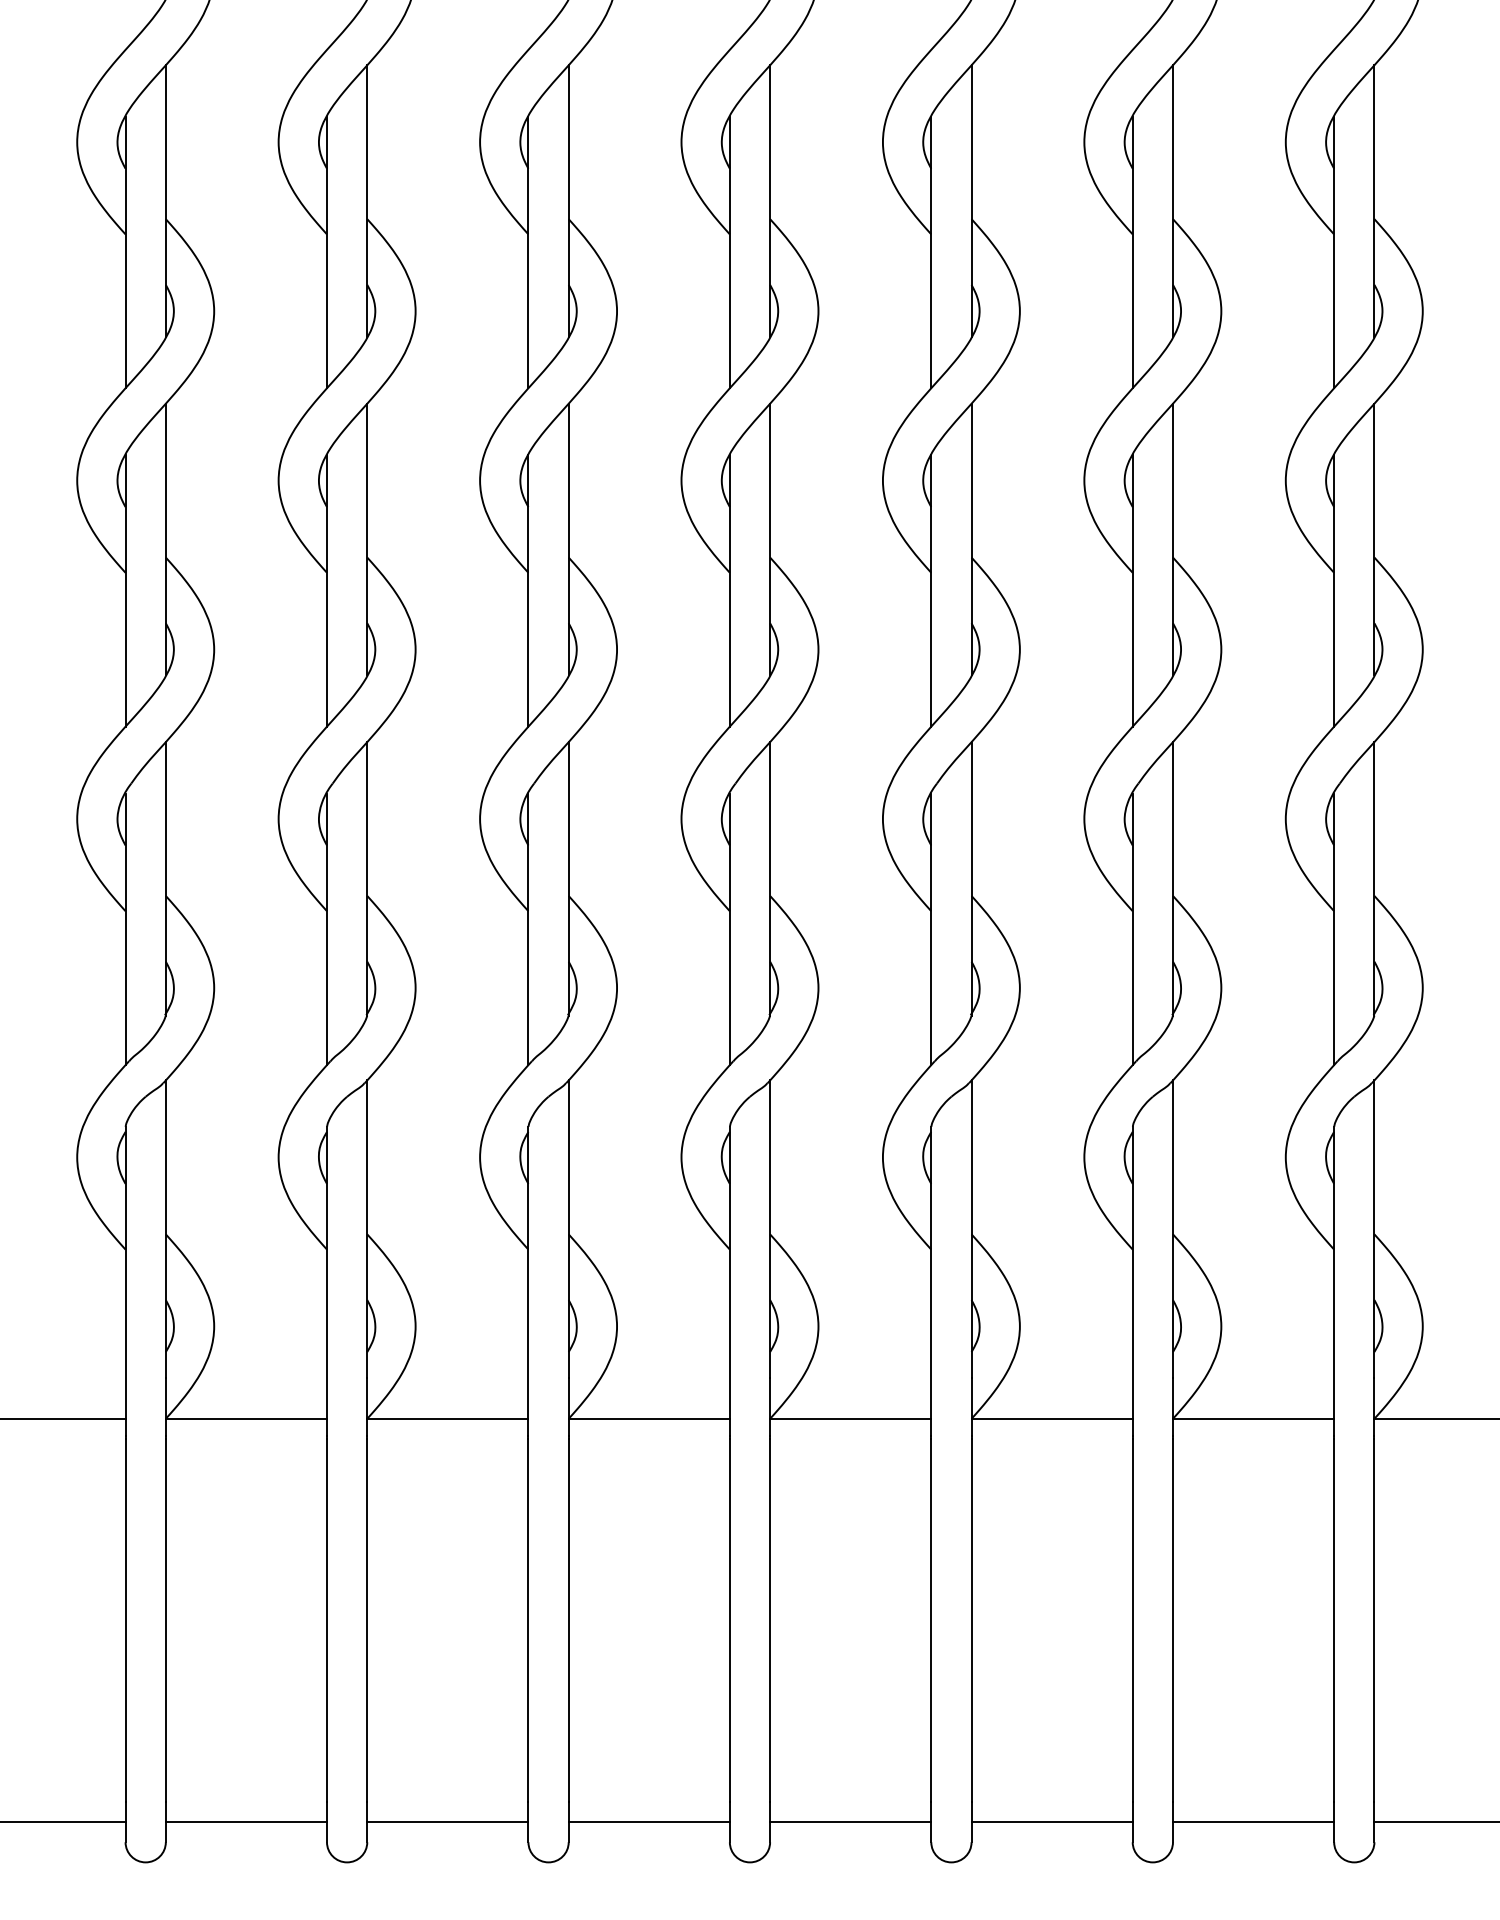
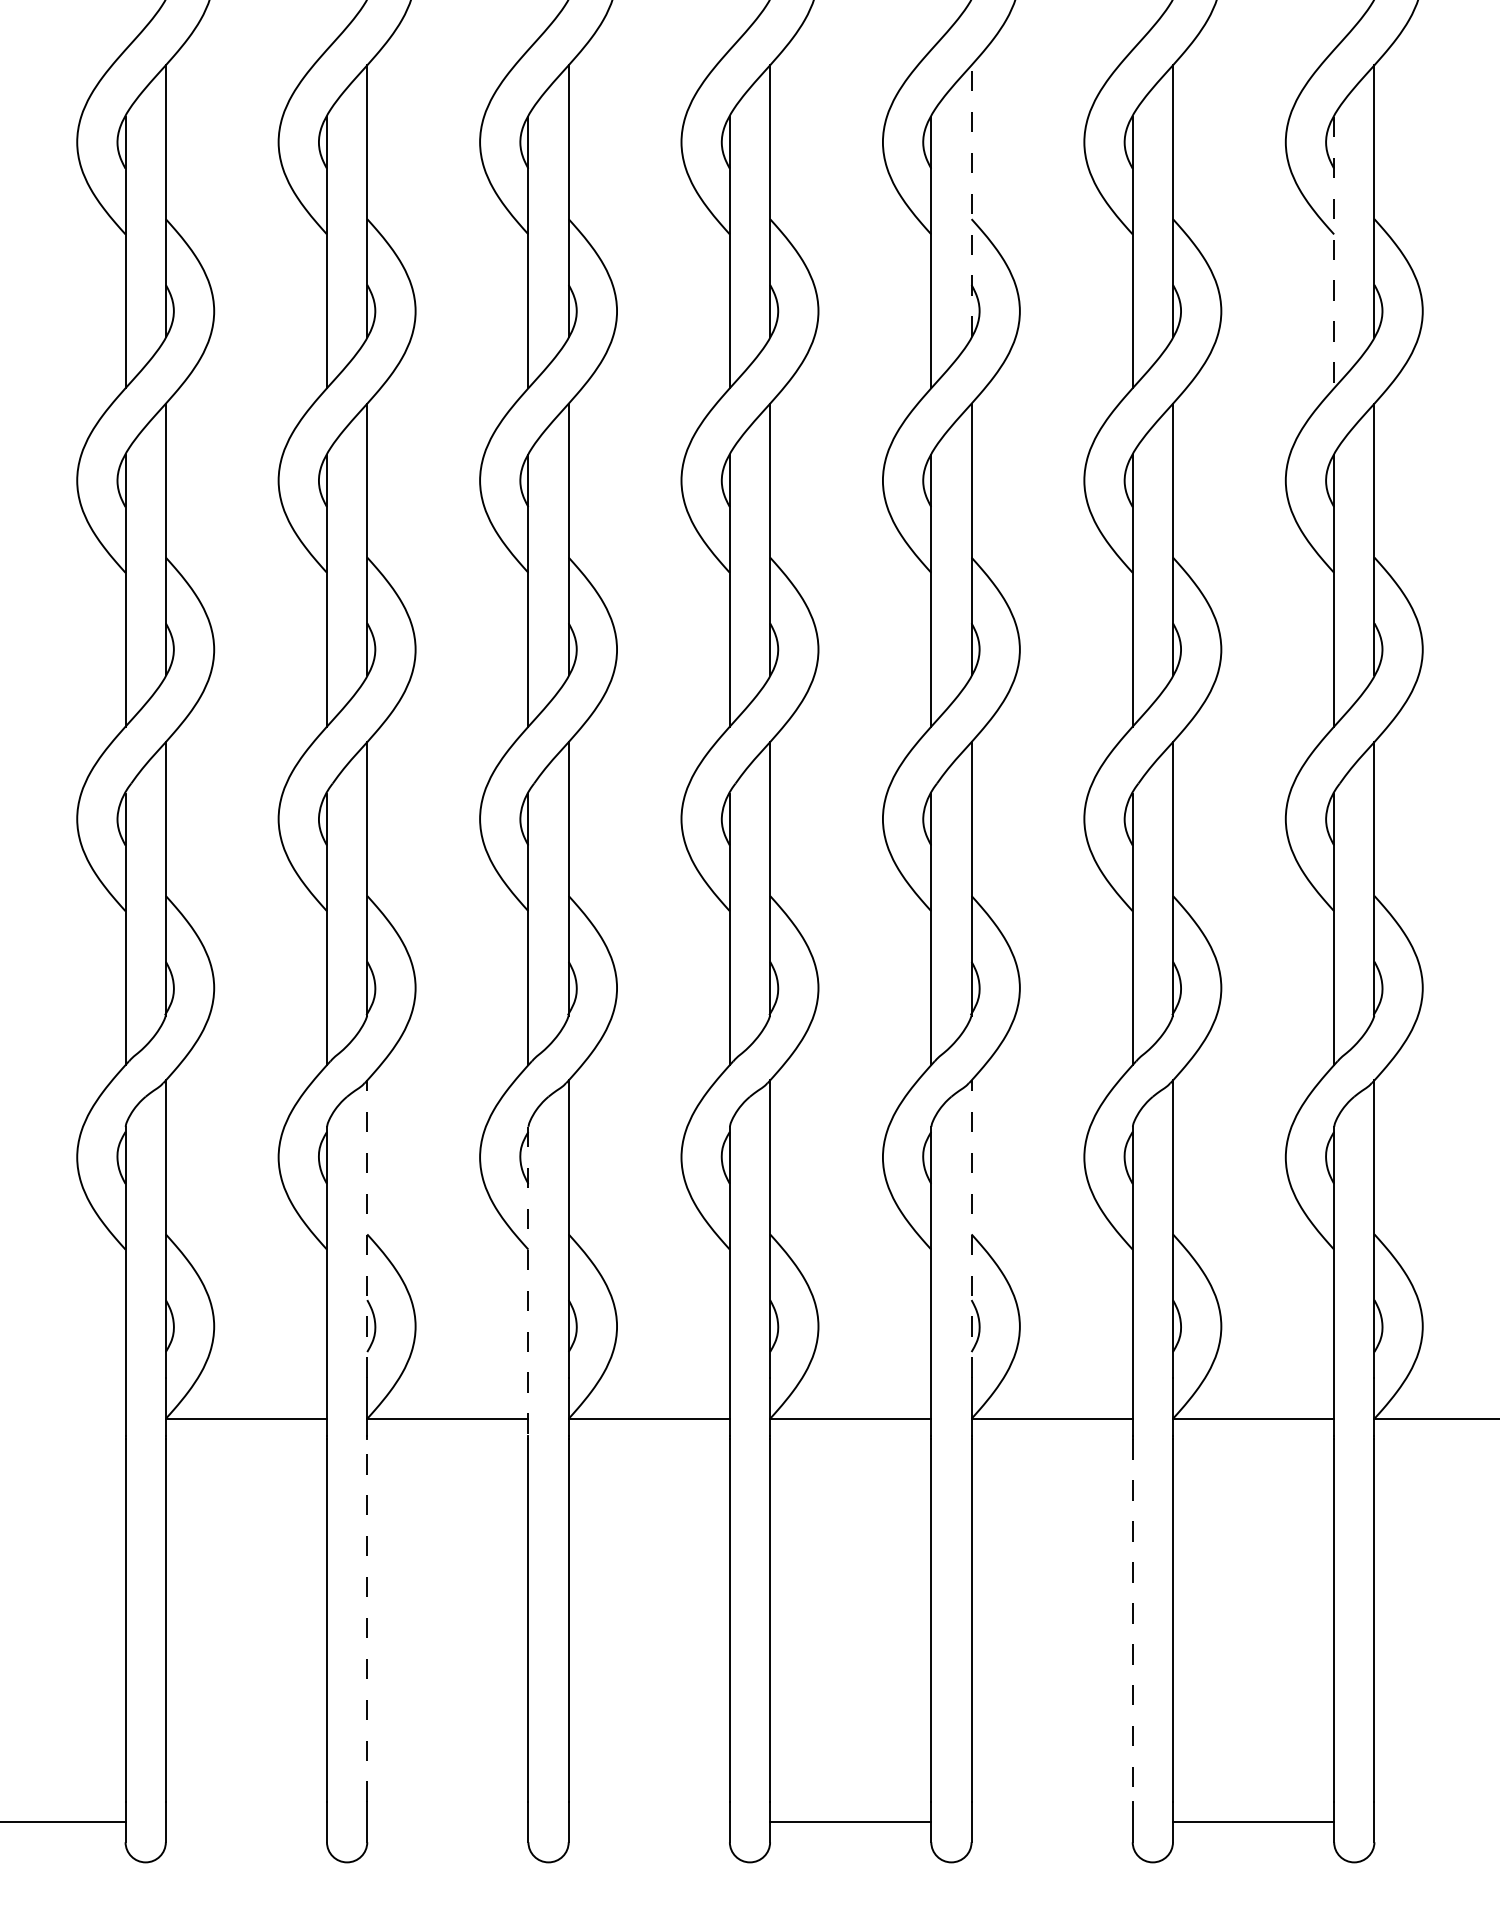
line at (971, 201): solid -> dashed
line at (1334, 252): solid -> dashed
line at (367, 1229): solid -> dashed
line at (971, 1229): solid -> dashed
line at (528, 1281): solid -> dashed
line at (63, 1419): present -> none
line at (367, 1620): solid -> dashed
line at (1132, 1621): solid -> dashed
line at (245, 1822): present -> none
line at (447, 1822): present -> none
line at (648, 1822): present -> none
line at (1051, 1822): present -> none
line at (1435, 1822): present -> none
